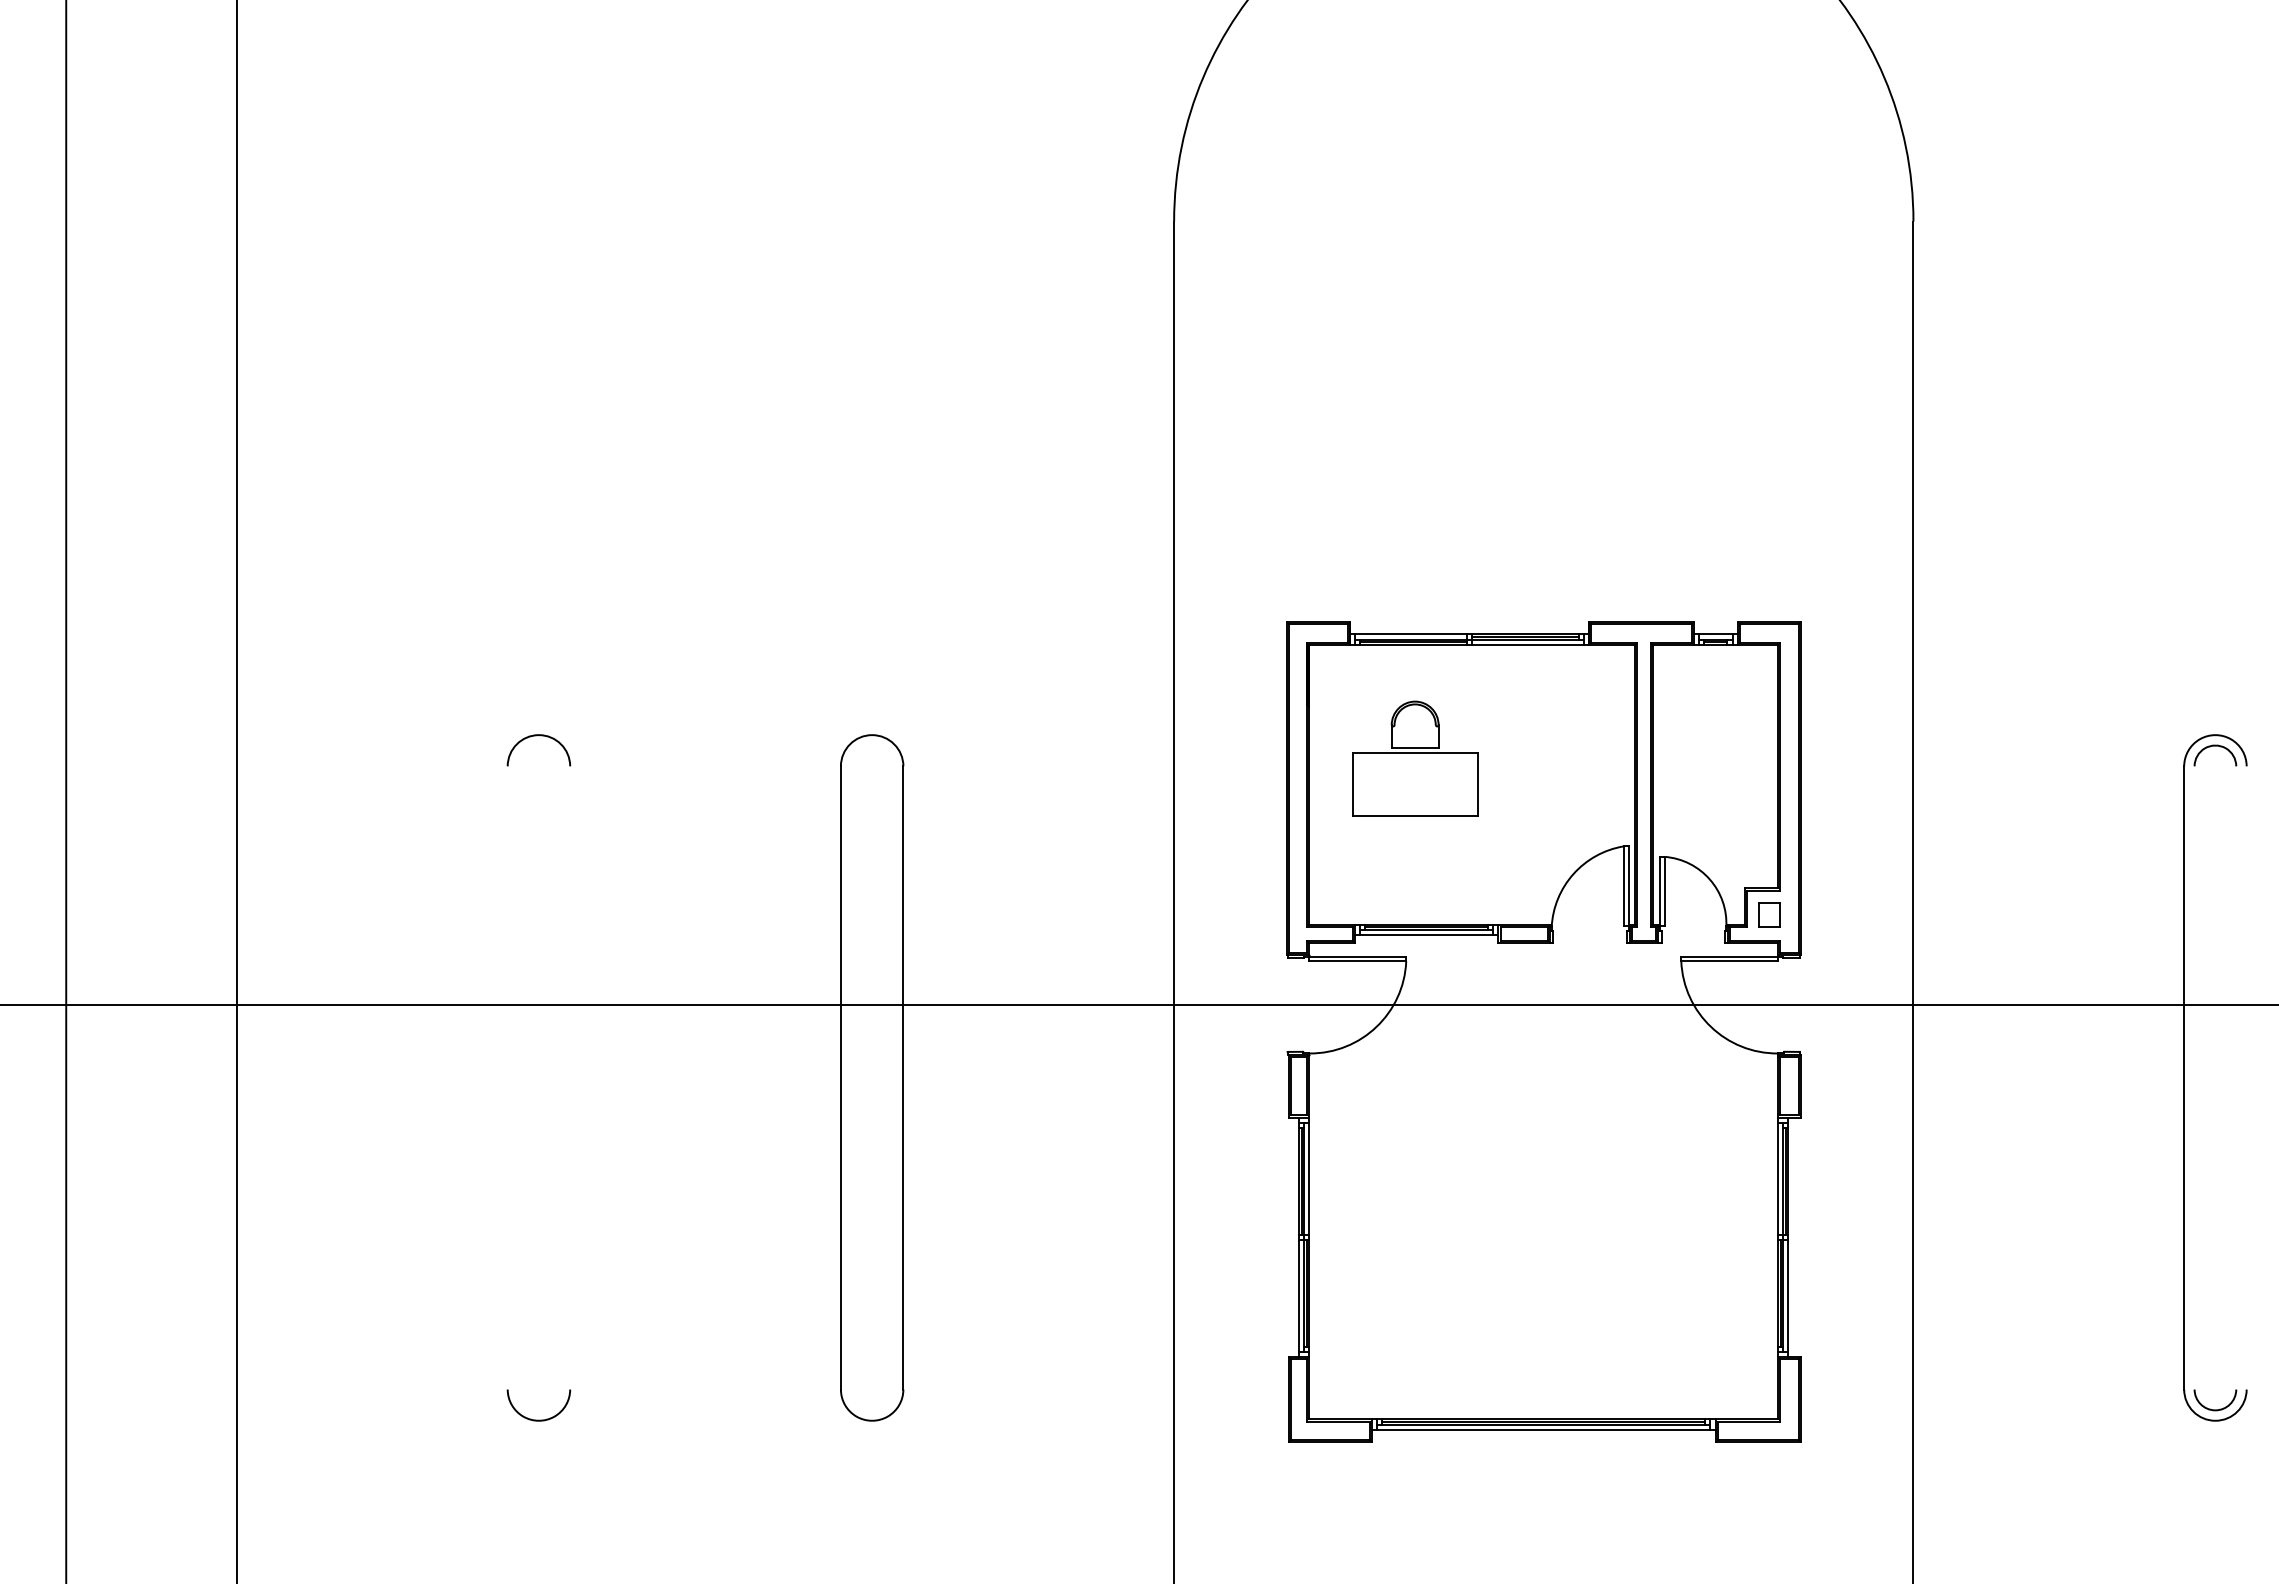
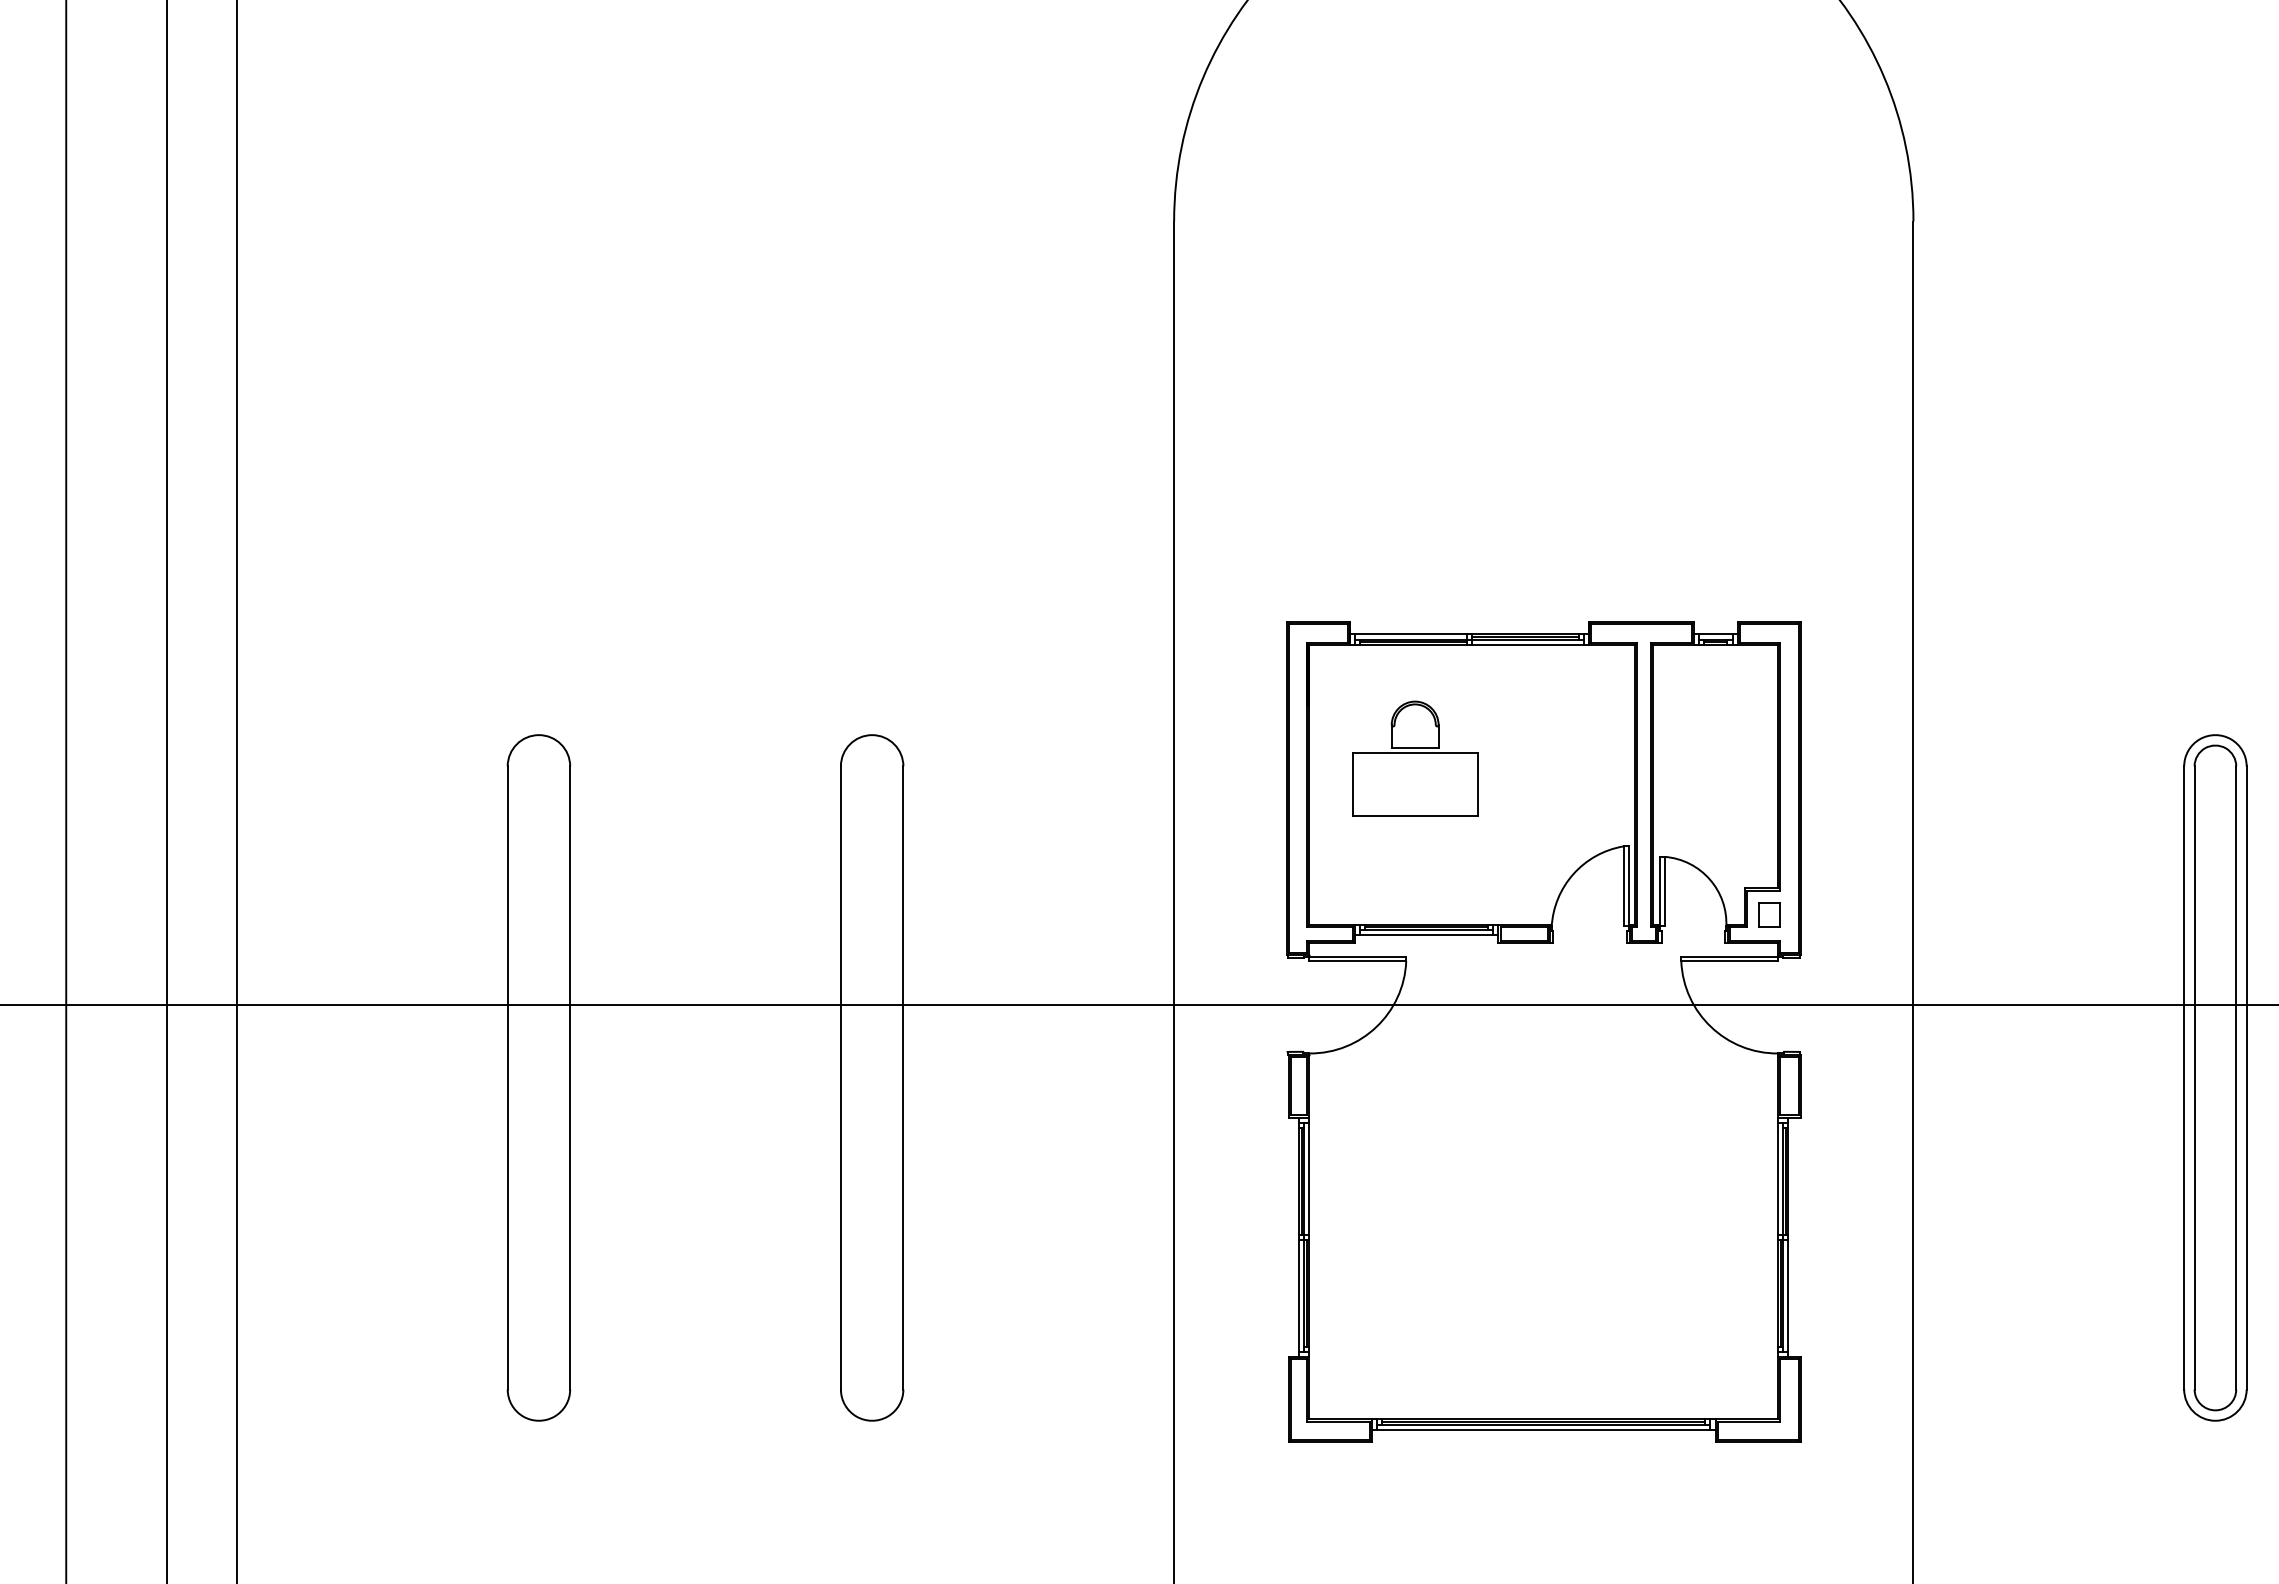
line at (167, 791): none -> present
line at (507, 1077): none -> present
line at (570, 1077): none -> present
line at (2194, 1077): none -> present
line at (2236, 1077): none -> present
line at (2246, 1077): none -> present
